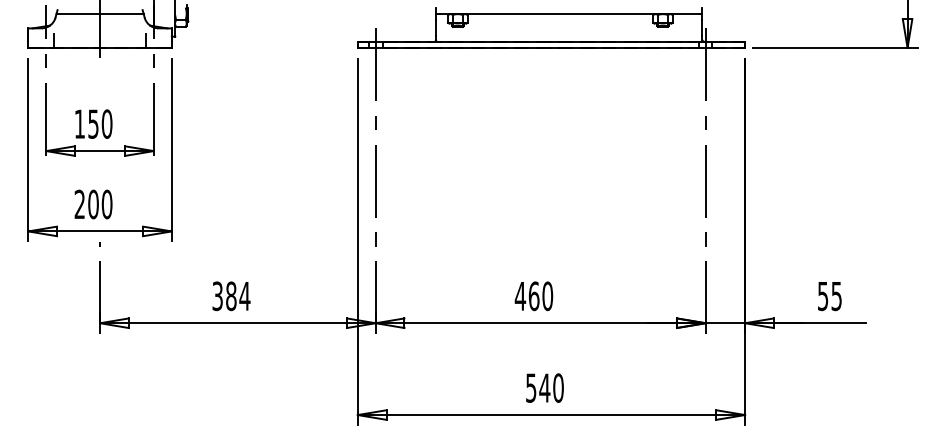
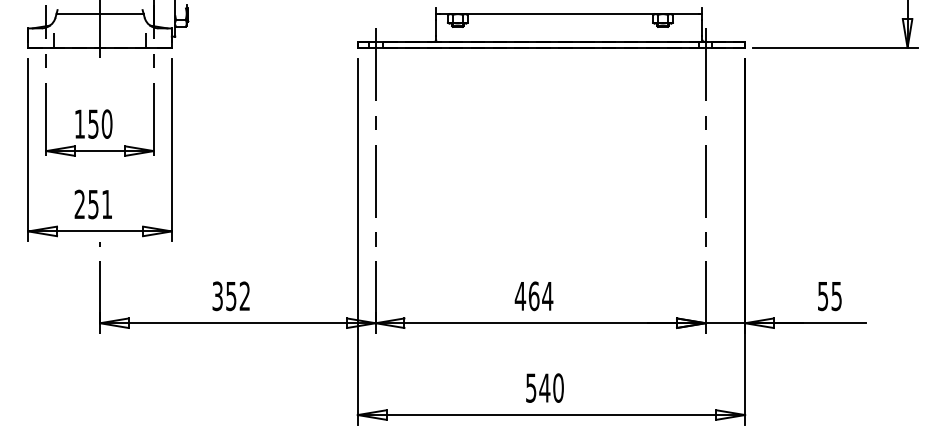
text at (100, 204): 200 -> 251
text at (238, 296): 384 -> 352
text at (547, 296): 460 -> 464
